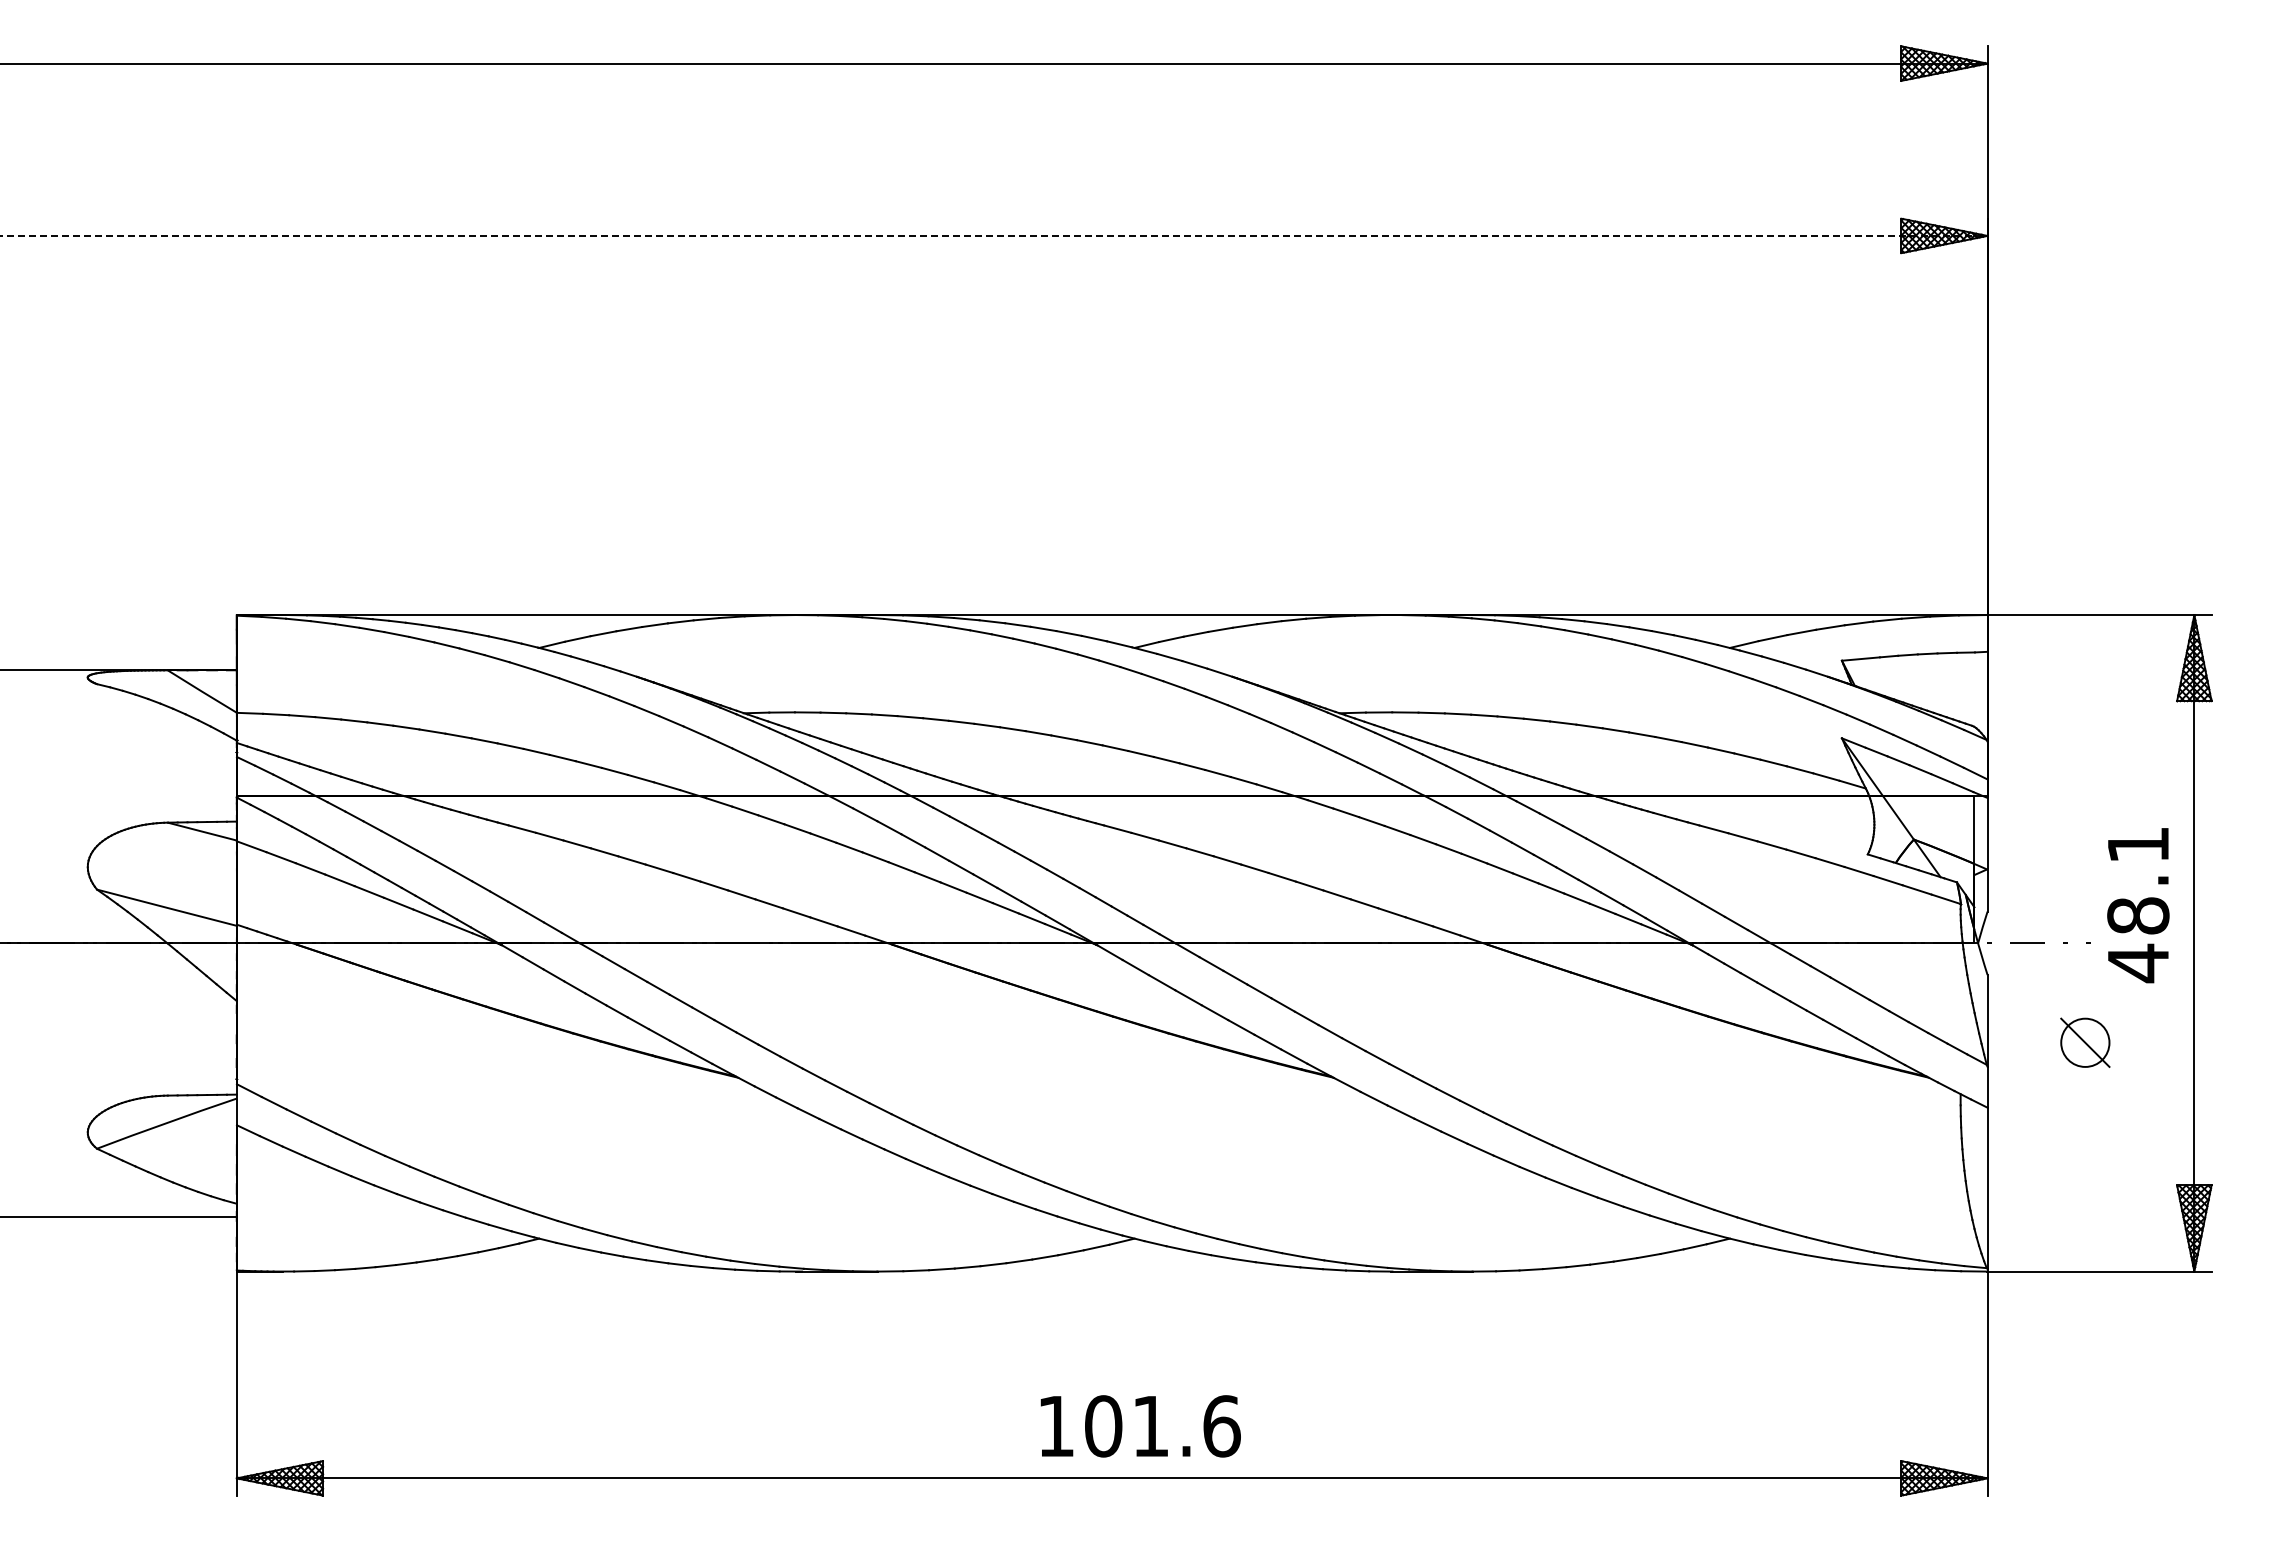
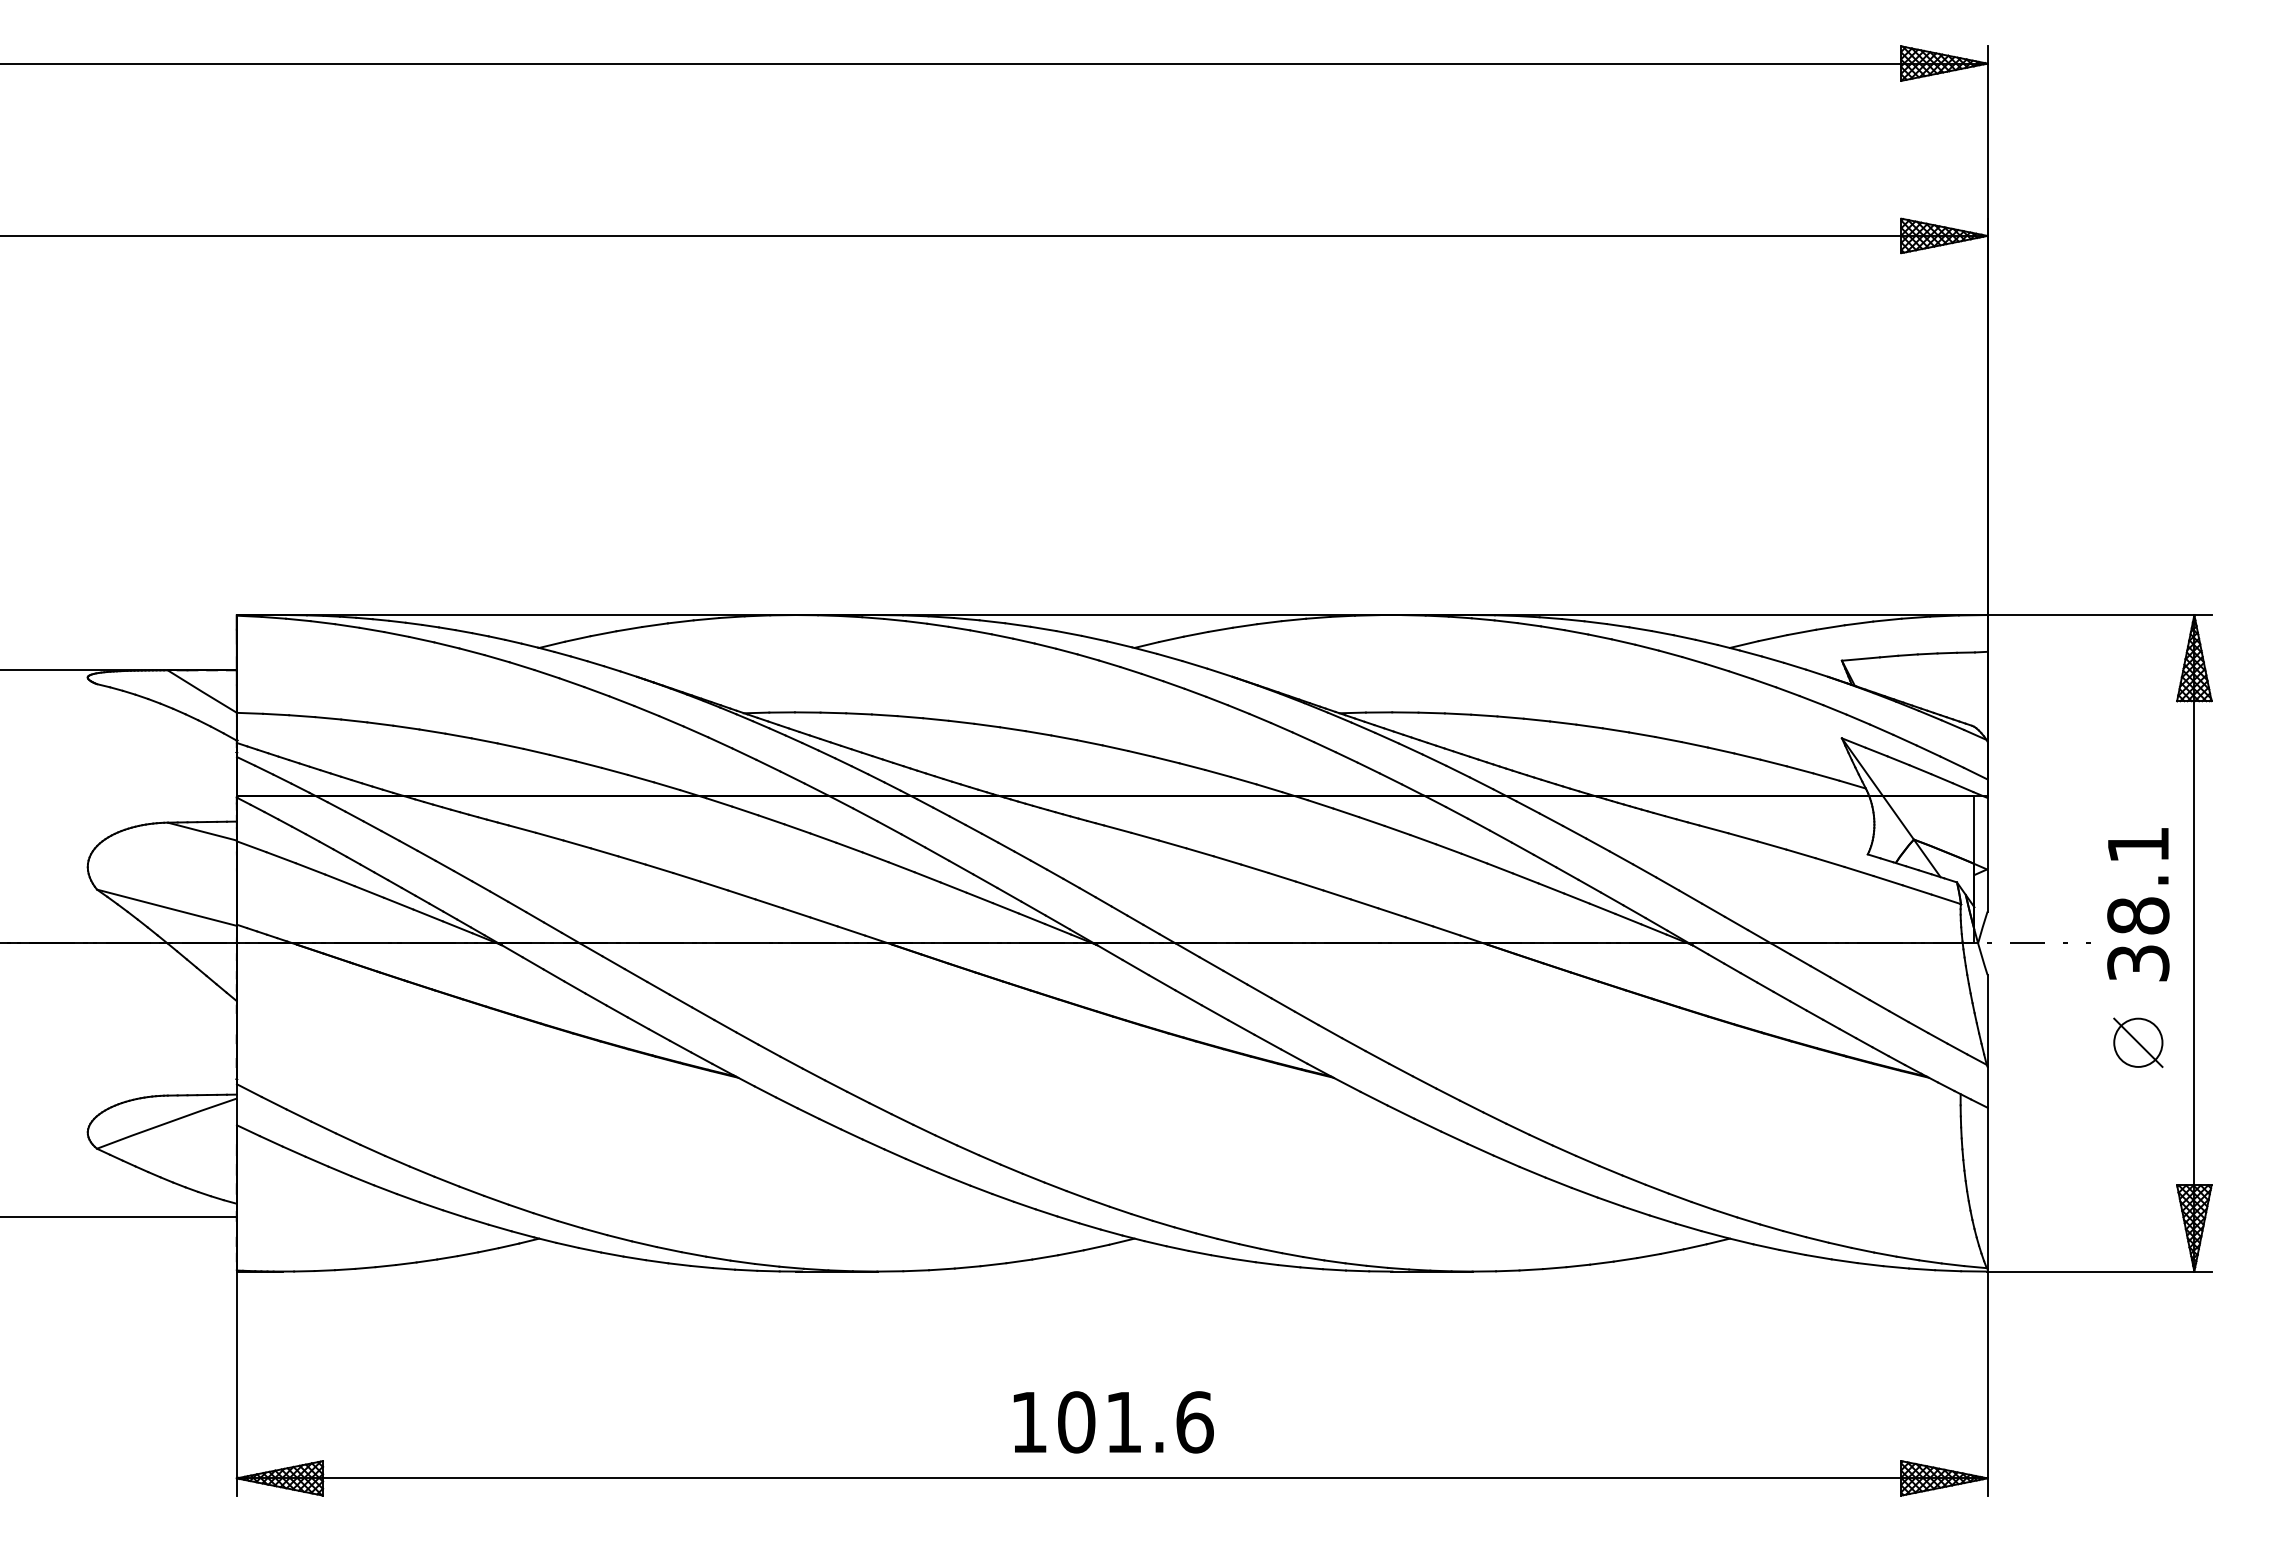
line at (994, 235): dashed -> solid
text at (2138, 963): 48.1 -> 38.1
part at (2085, 1042) position: (2085, 1042) -> (2138, 1042)
text at (1140, 1426) position: (1140, 1426) -> (1113, 1422)
